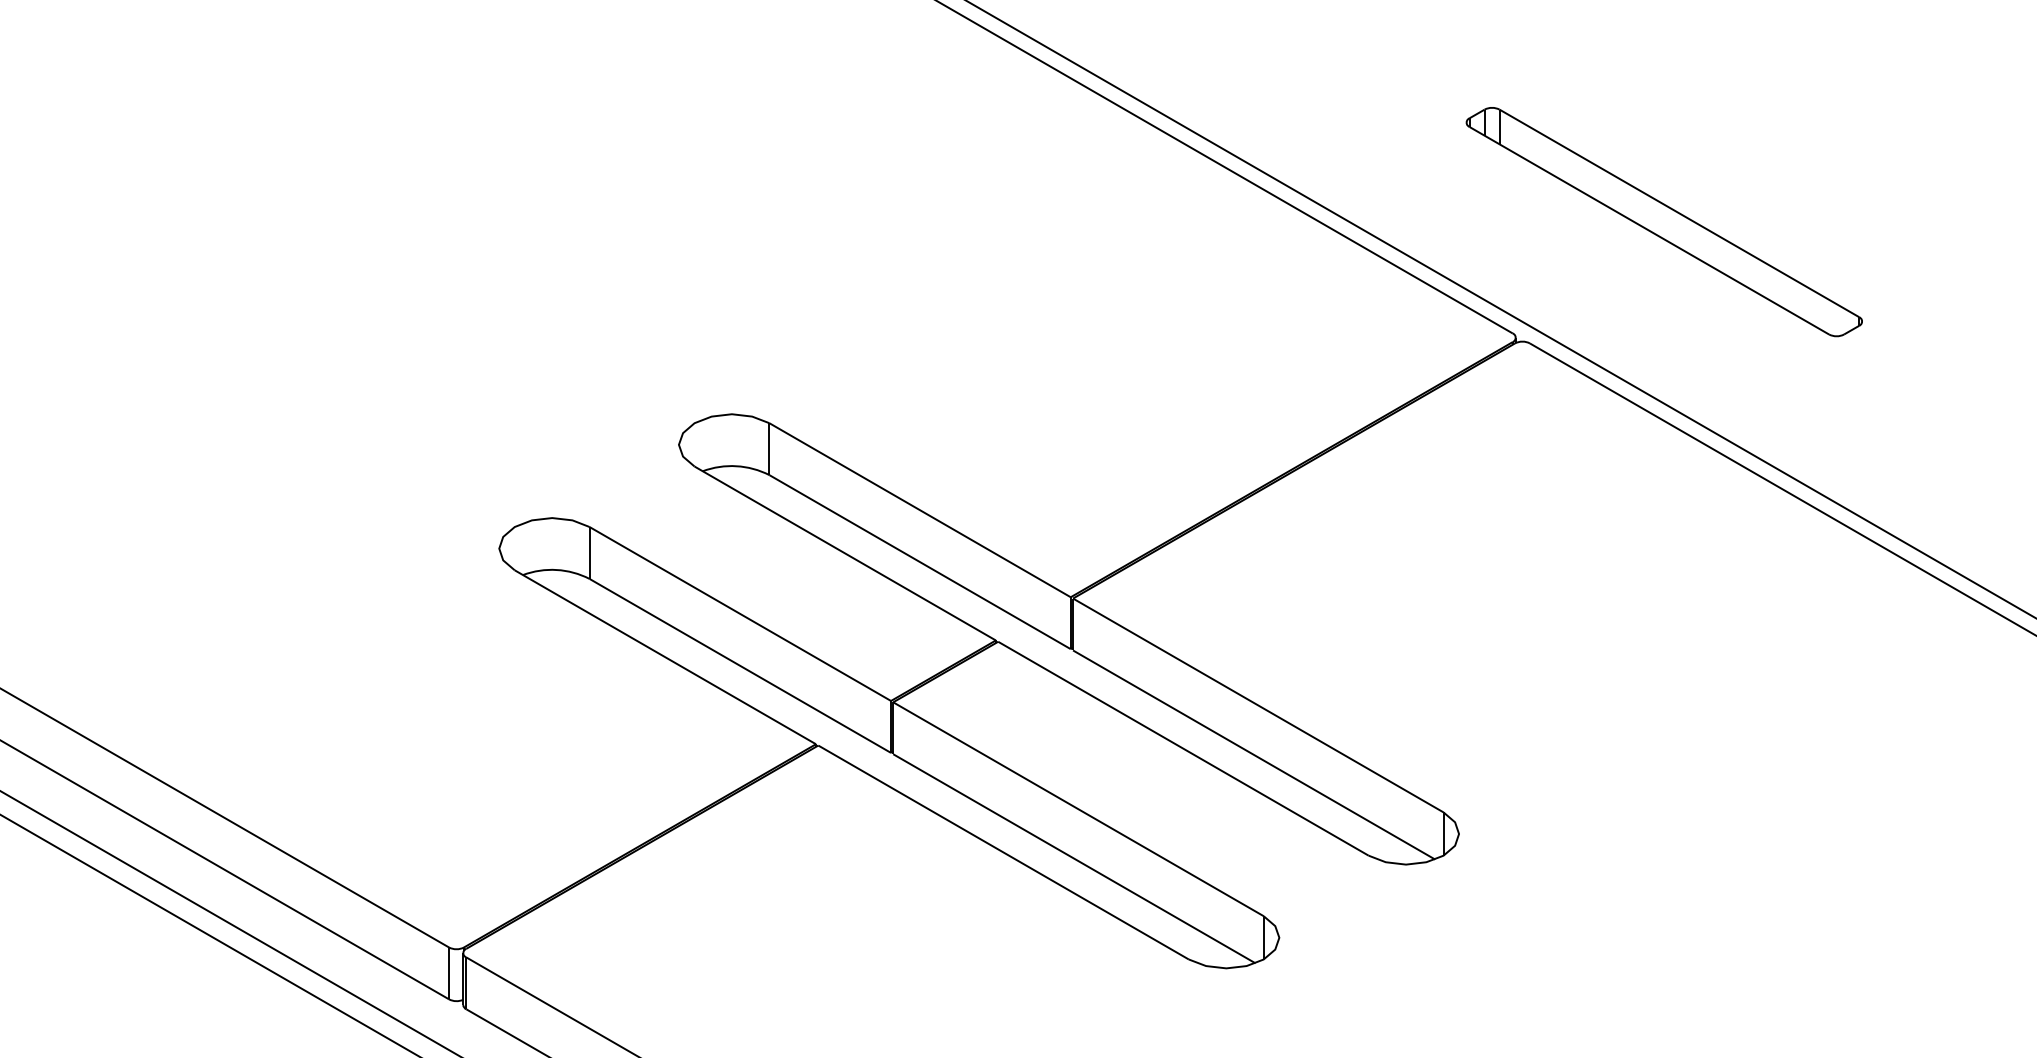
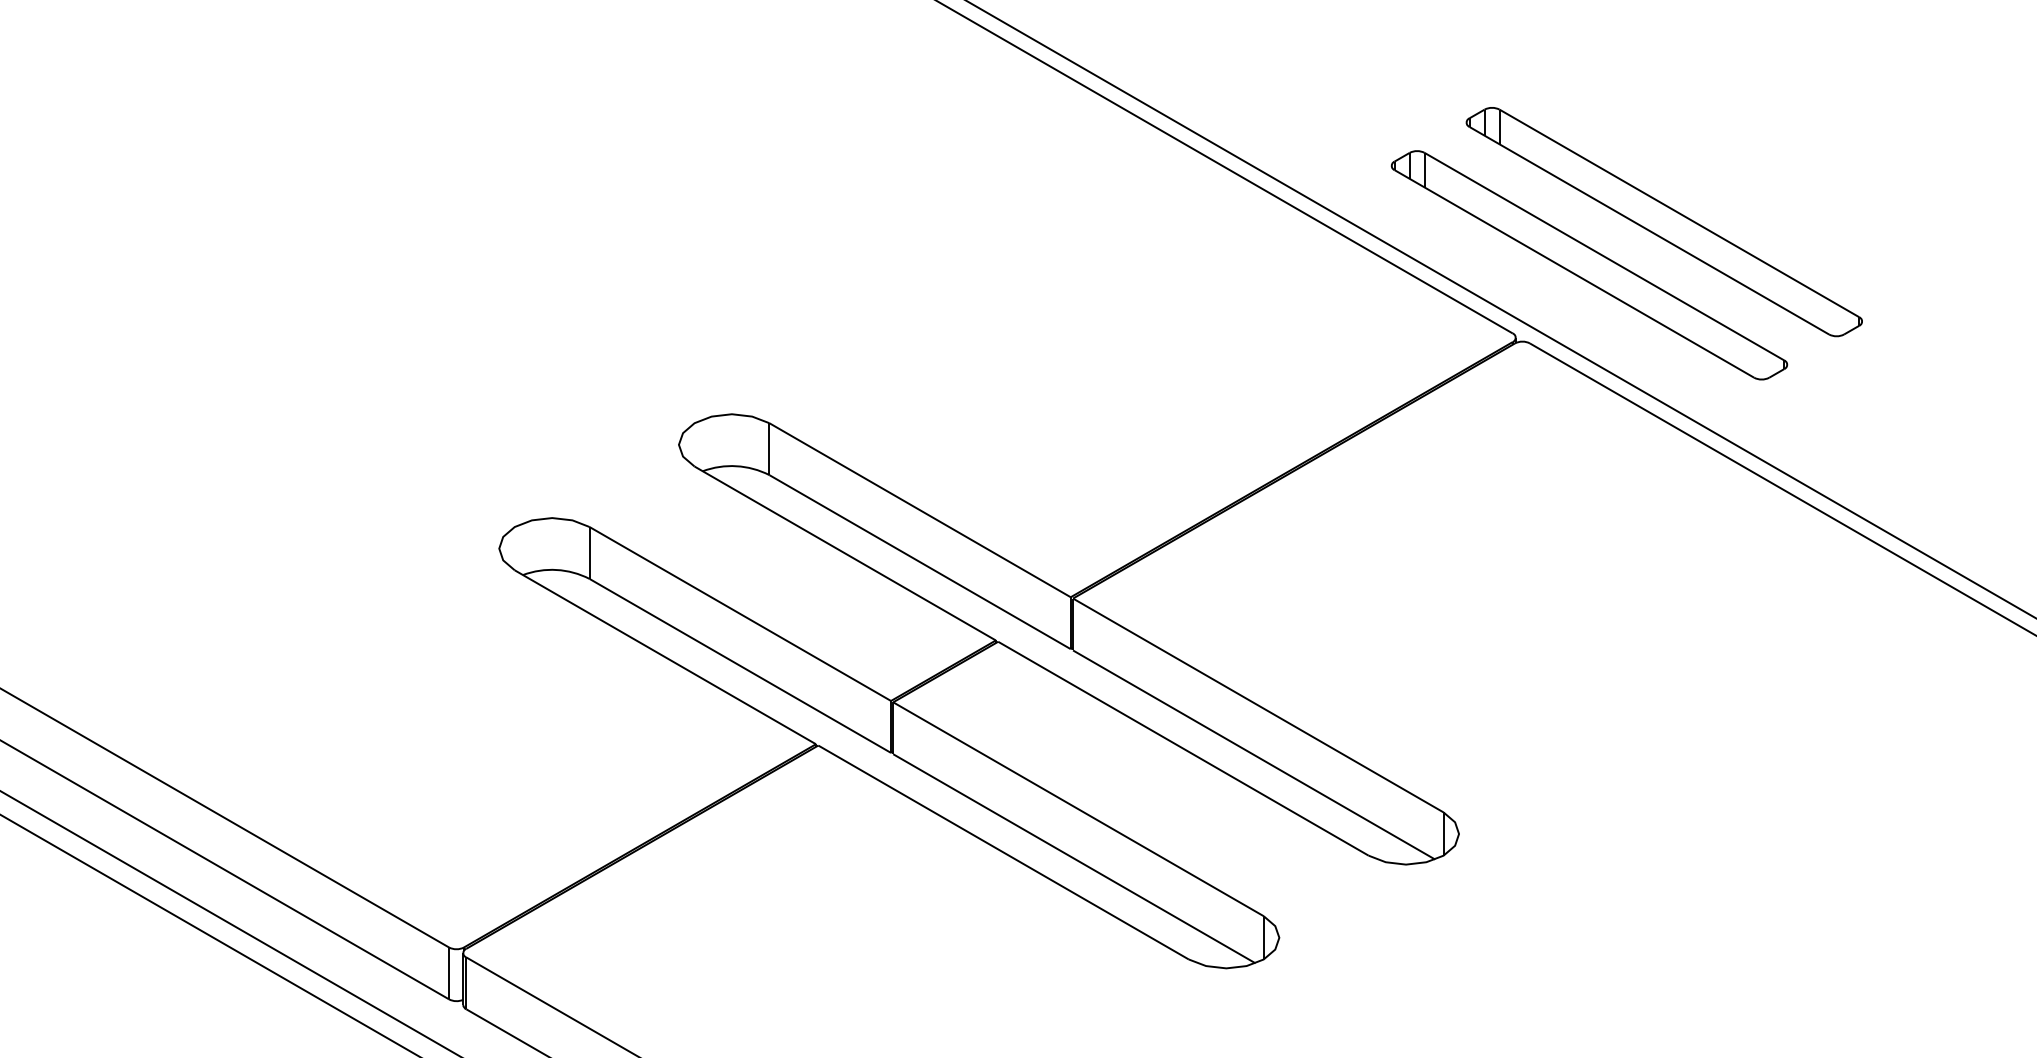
part at (1589, 265): none -> present
